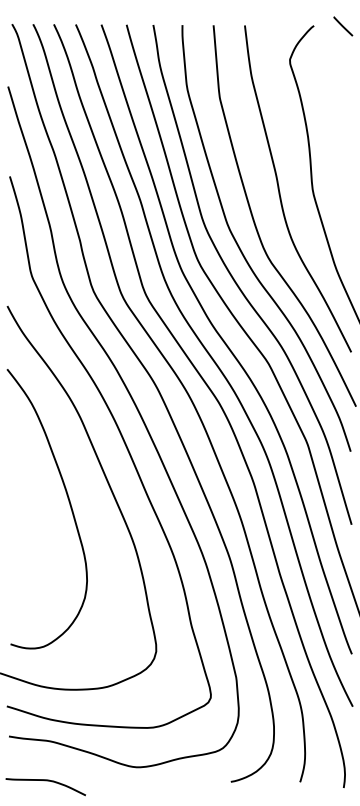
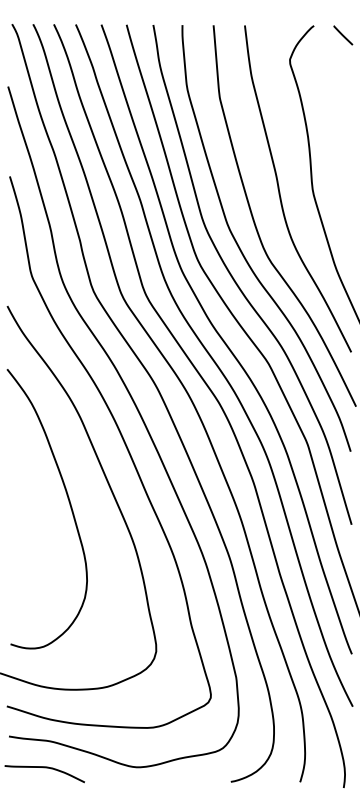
line at (343, 26) position: (343, 26) -> (343, 35)
curve at (45, 781) position: (45, 781) -> (44, 768)
